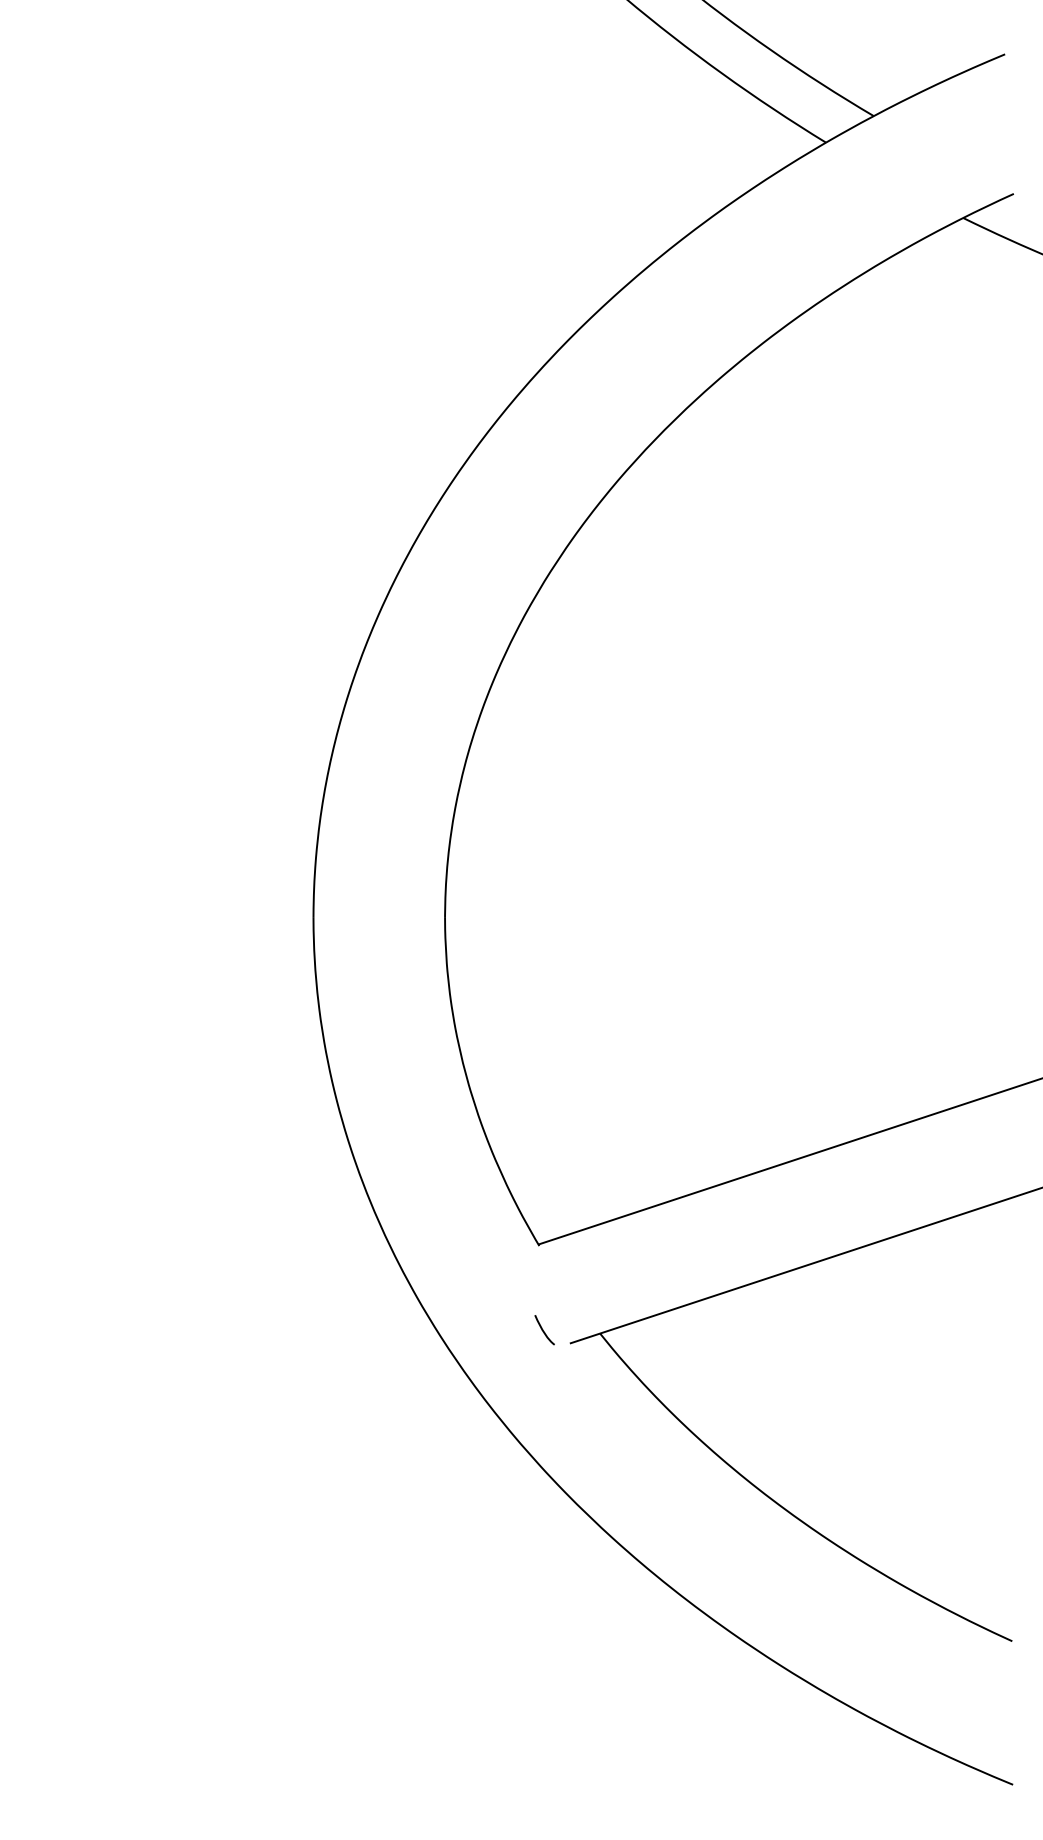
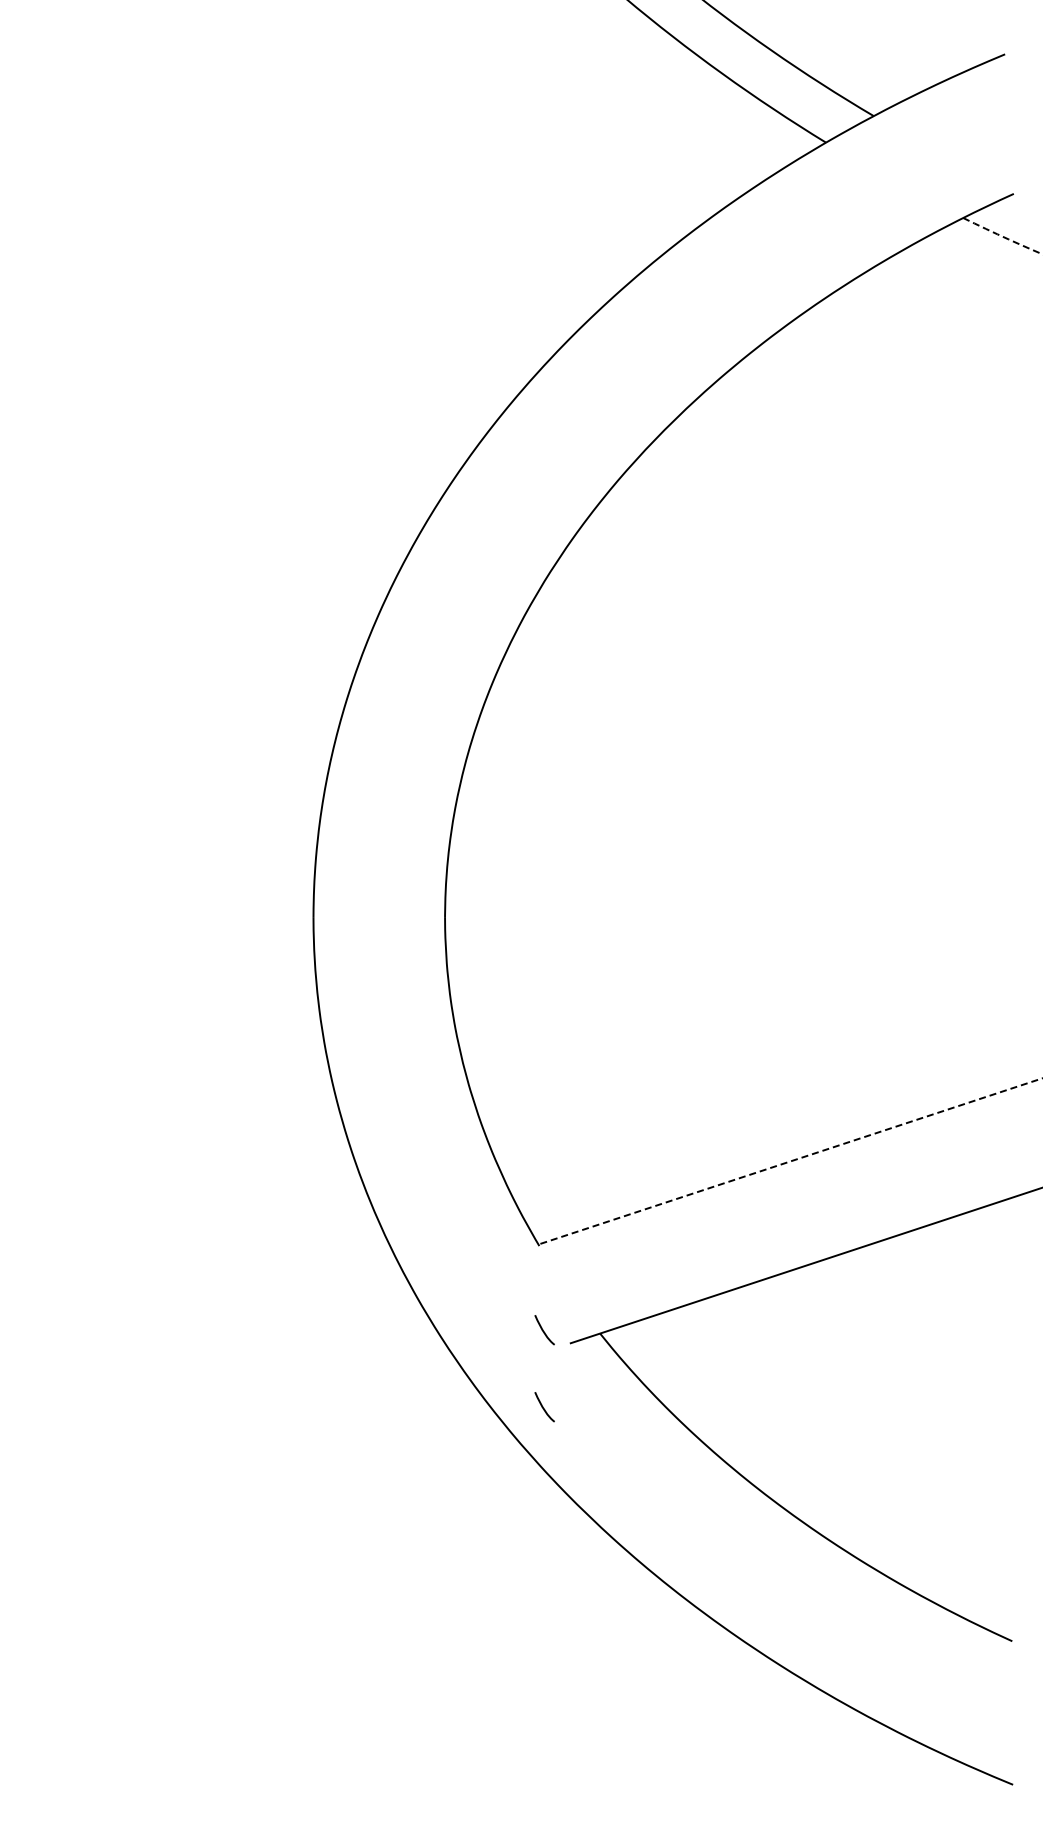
line at (1003, 237): solid -> dashed
line at (789, 1161): solid -> dashed
curve at (543, 1407): none -> present
